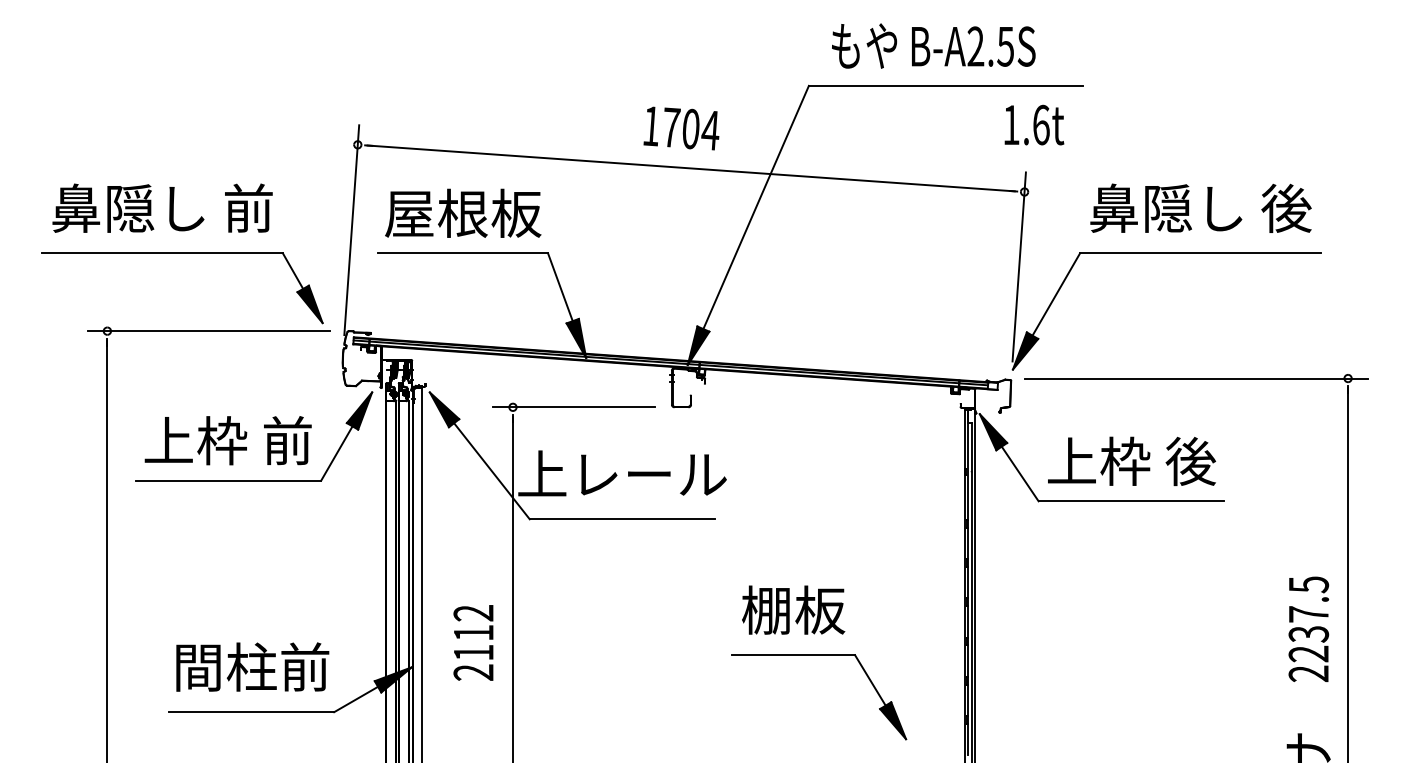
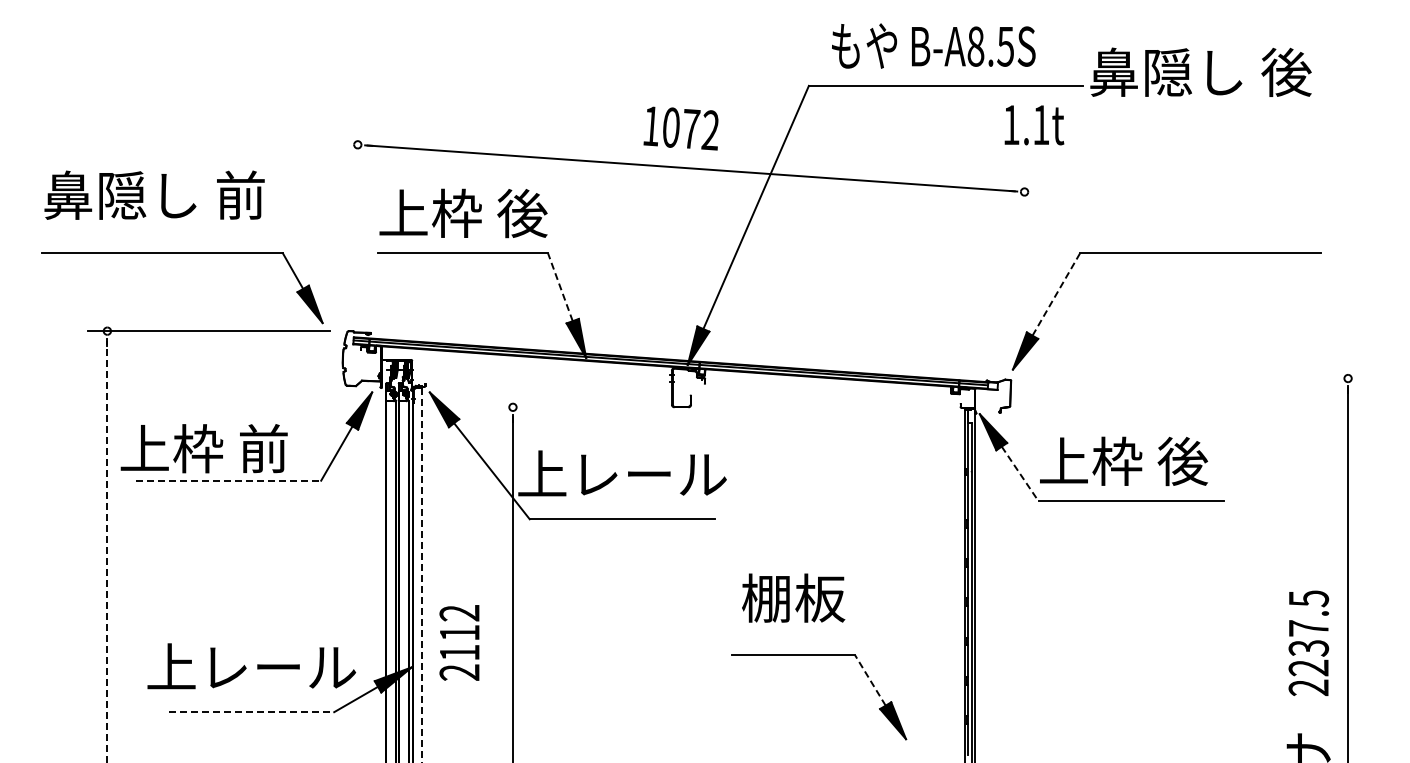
text at (975, 46): B-A2.5S -> B-A8.5S
text at (1041, 124): 1.6t -> 1.1t
text at (691, 128): 1704 -> 1072
text at (162, 207) position: (162, 207) -> (154, 194)
text at (1200, 207) position: (1200, 207) -> (1200, 71)
text at (463, 213): 屋根板 -> 上枠 後
line at (351, 230): present -> none
line at (1018, 266): present -> none
line at (560, 286): solid -> dashed
line at (1056, 294): solid -> dashed
line at (1196, 378): present -> none
line at (573, 407): present -> none
text at (227, 440) position: (227, 440) -> (203, 448)
text at (1132, 461) position: (1132, 461) -> (1124, 461)
line at (1020, 473): solid -> dashed
line at (228, 480): solid -> dashed
line at (107, 551): solid -> dashed
line at (422, 574): solid -> dashed
text at (793, 609) position: (793, 609) -> (793, 597)
text at (1308, 628) position: (1308, 628) -> (1308, 642)
text at (473, 642) position: (473, 642) -> (459, 642)
text at (251, 666): 間柱前 -> 上レール
line at (870, 680): solid -> dashed
line at (252, 712): solid -> dashed
